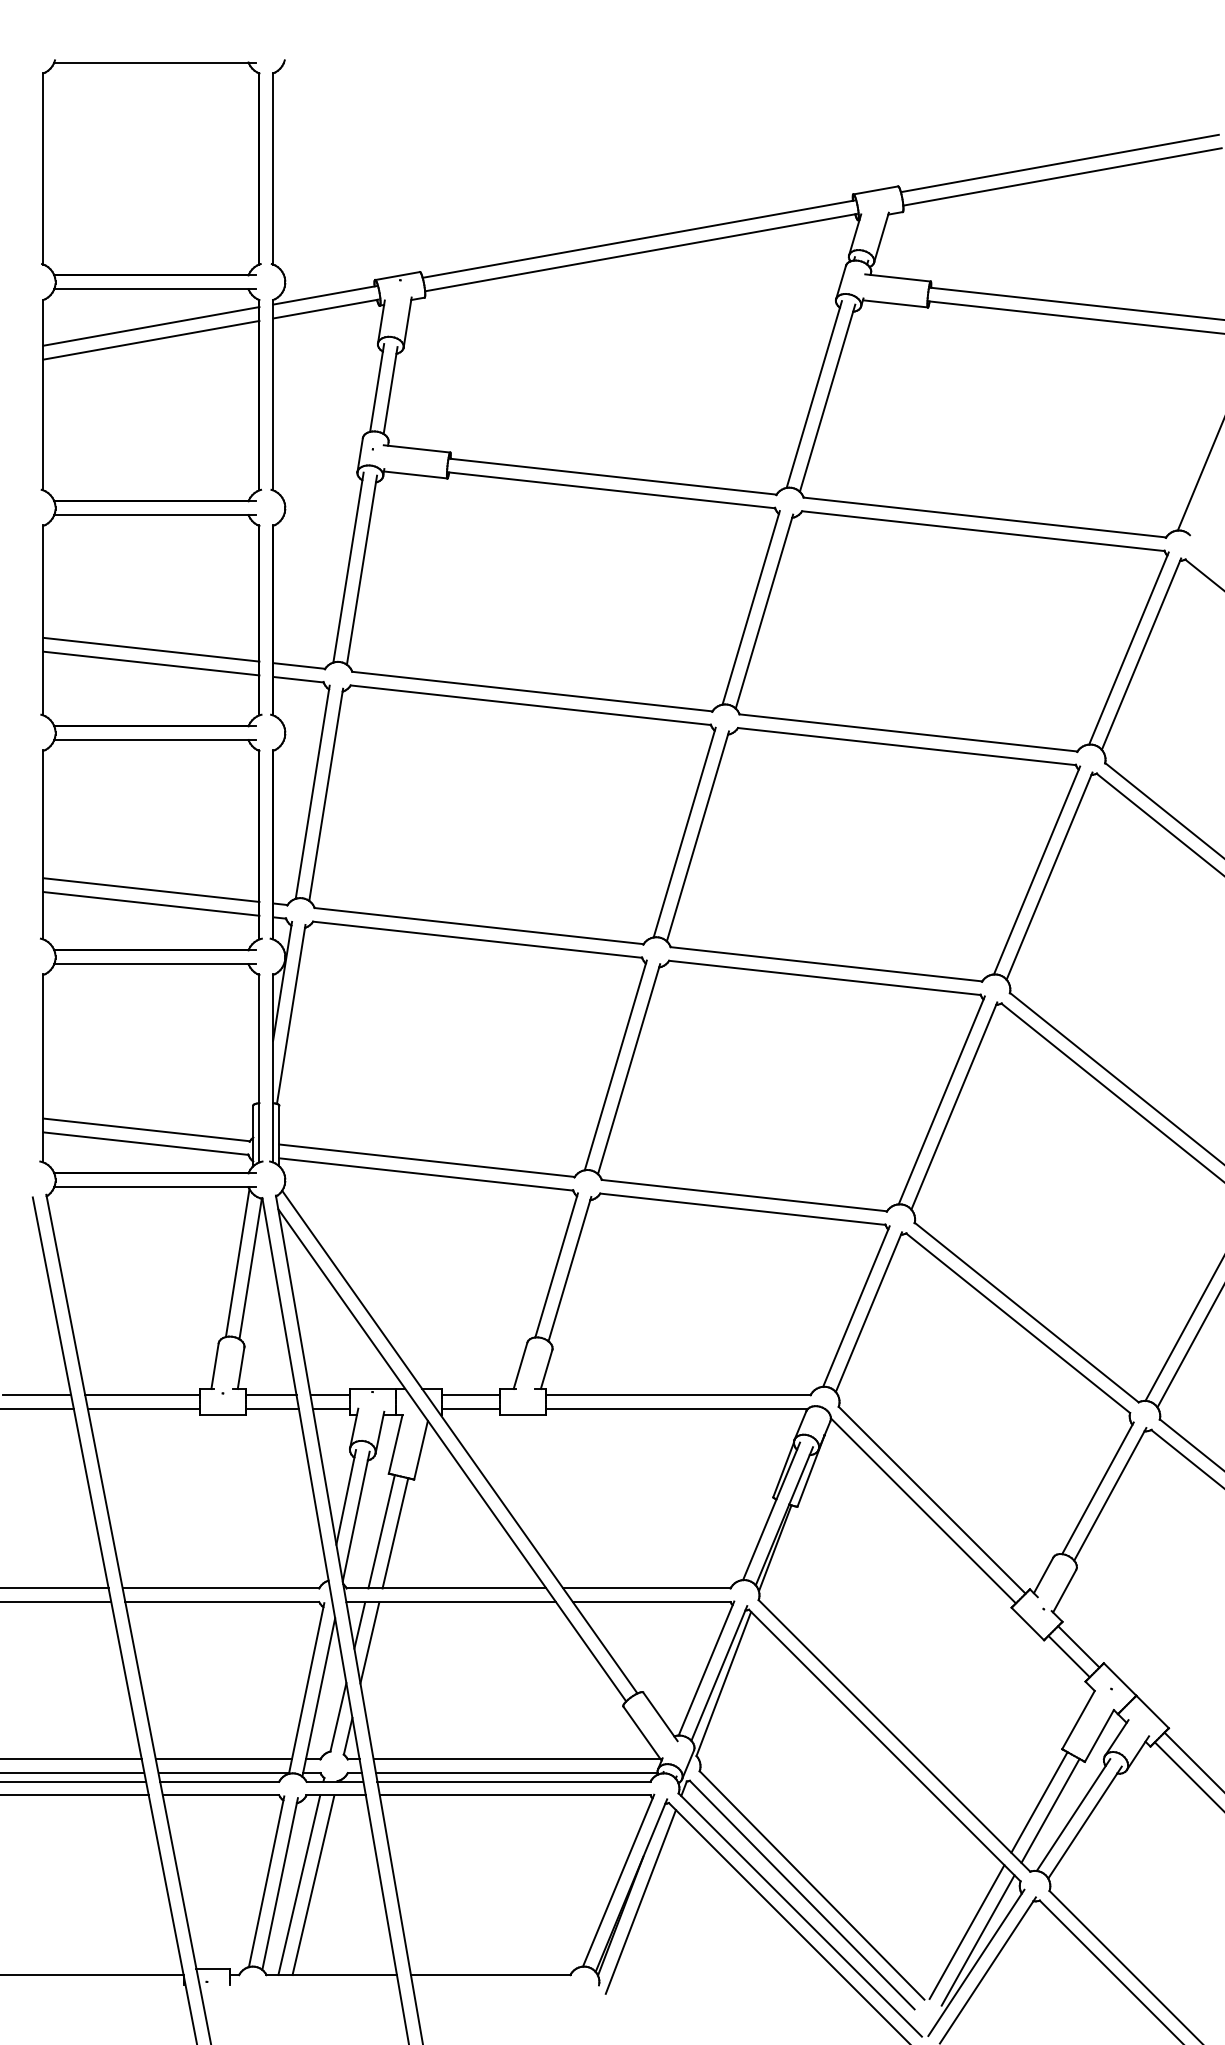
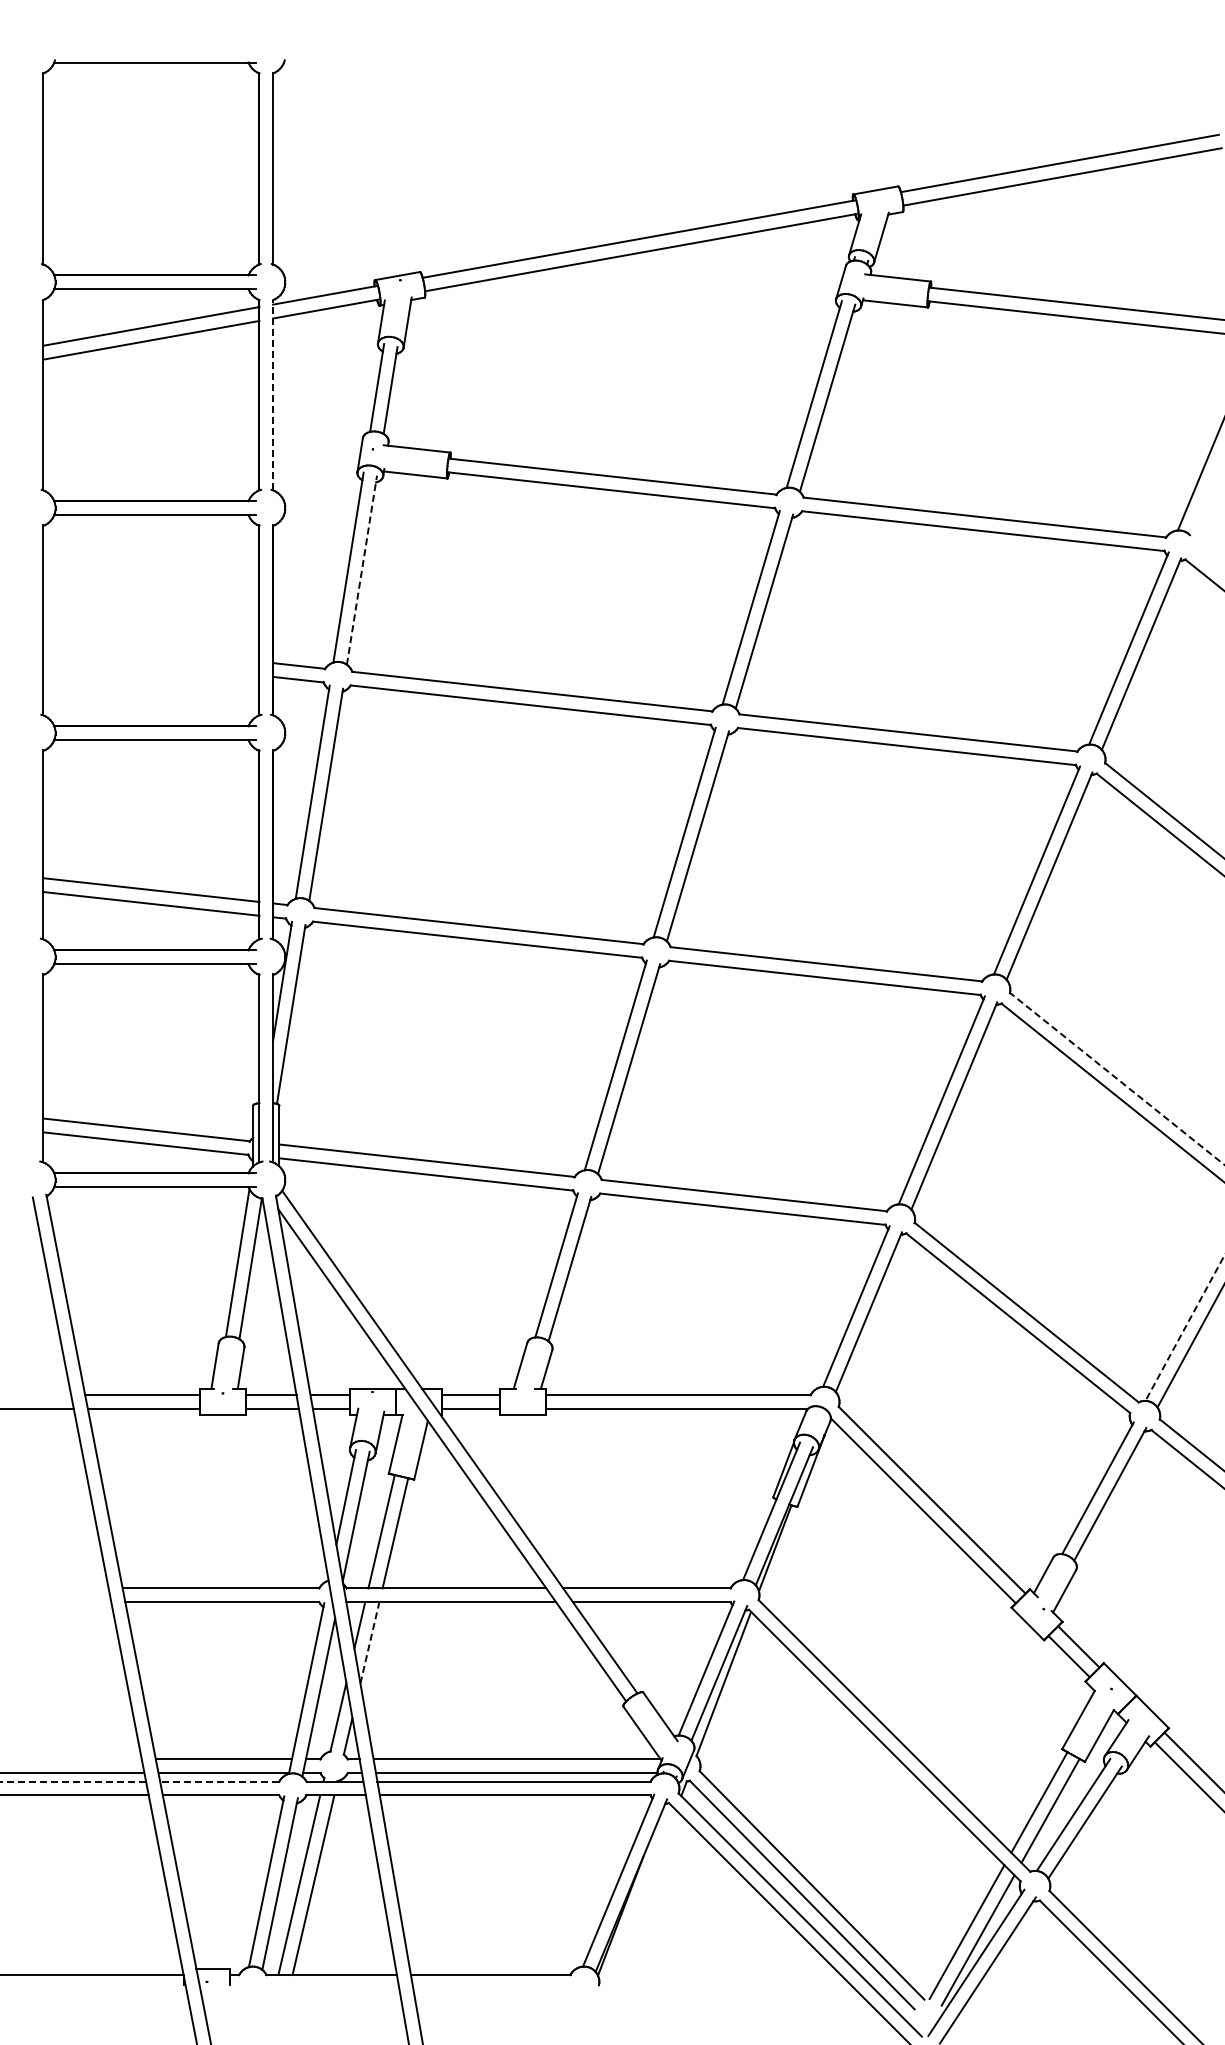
line at (273, 394): solid -> dashed
line at (361, 570): solid -> dashed
line at (151, 649): present -> none
line at (151, 663): present -> none
line at (1116, 1078): solid -> dashed
line at (1184, 1328): solid -> dashed
line at (37, 1395): present -> none
line at (55, 1588): present -> none
line at (56, 1602): present -> none
line at (369, 1642): solid -> dashed
line at (71, 1759): present -> none
line at (73, 1781): solid -> dashed
line at (219, 1781): solid -> dashed
line at (640, 1901): present -> none
